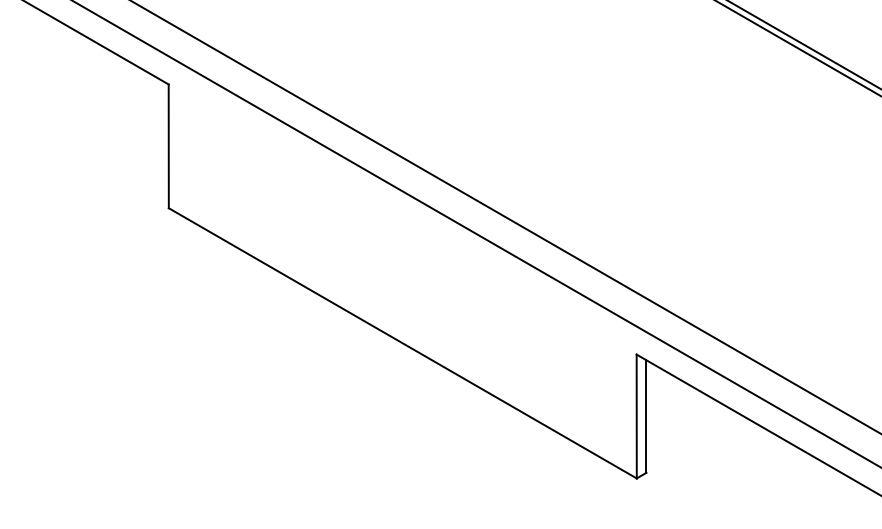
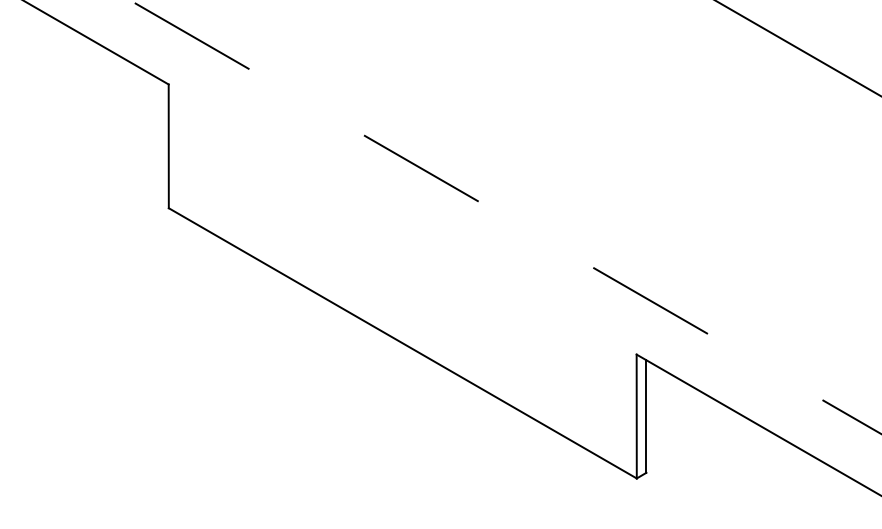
line at (804, 44): present -> none
line at (505, 217): solid -> dashed
line at (476, 234): present -> none
